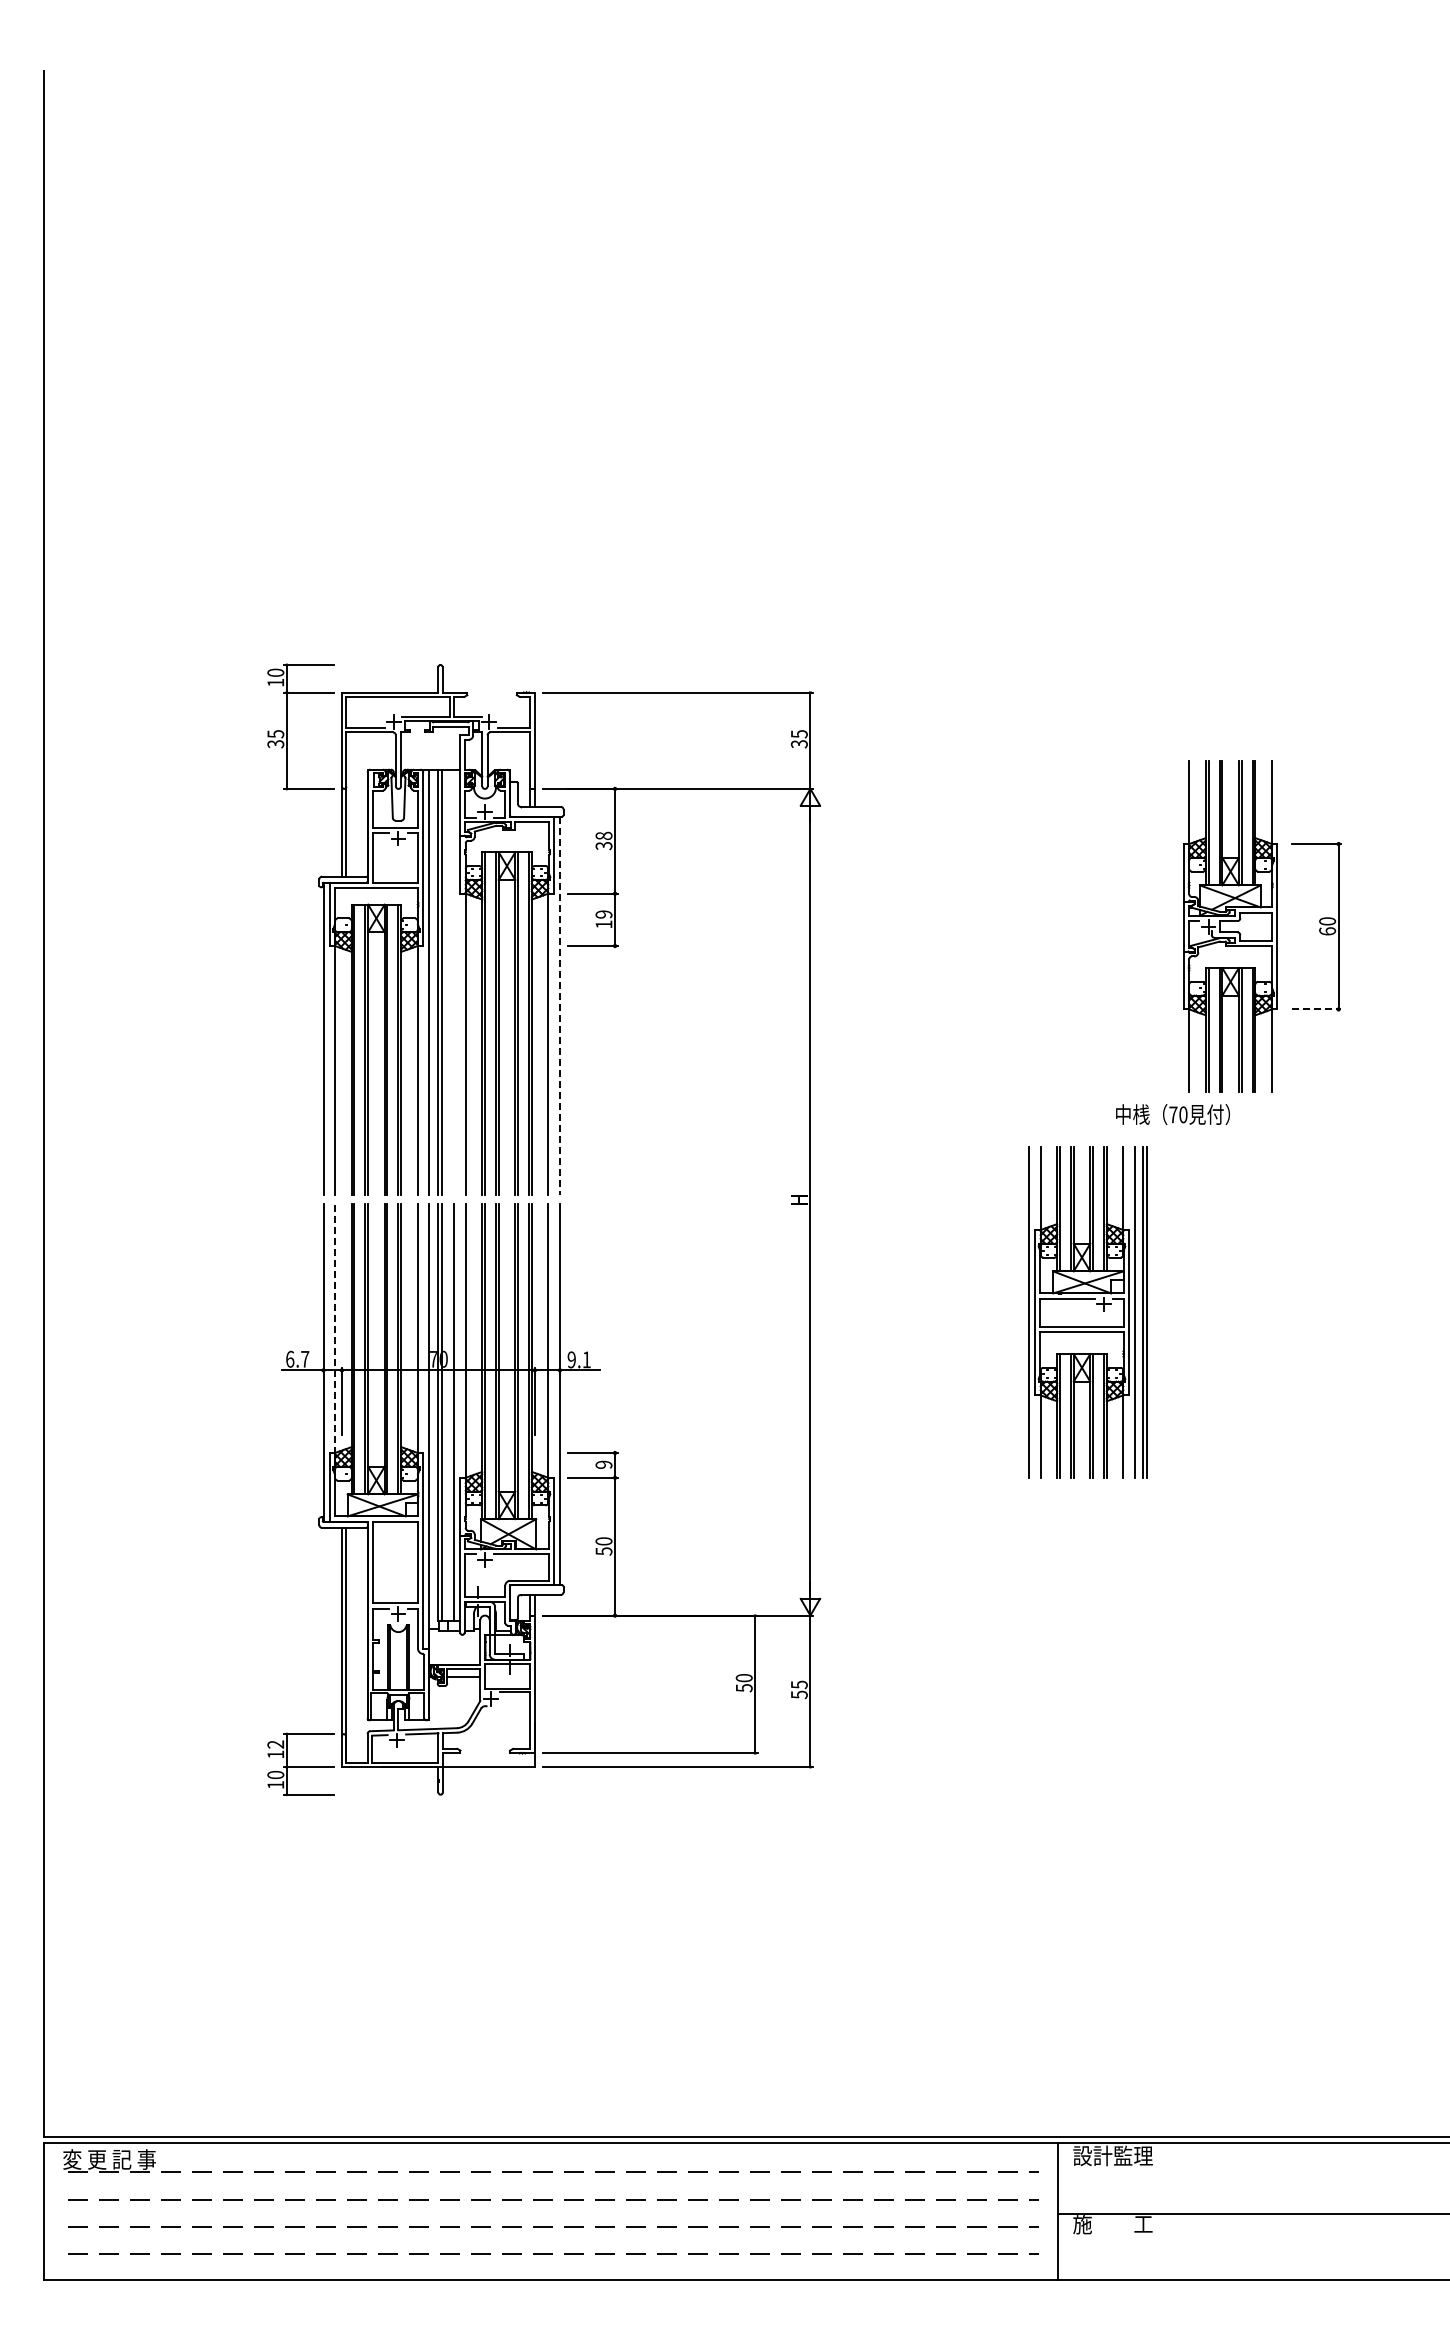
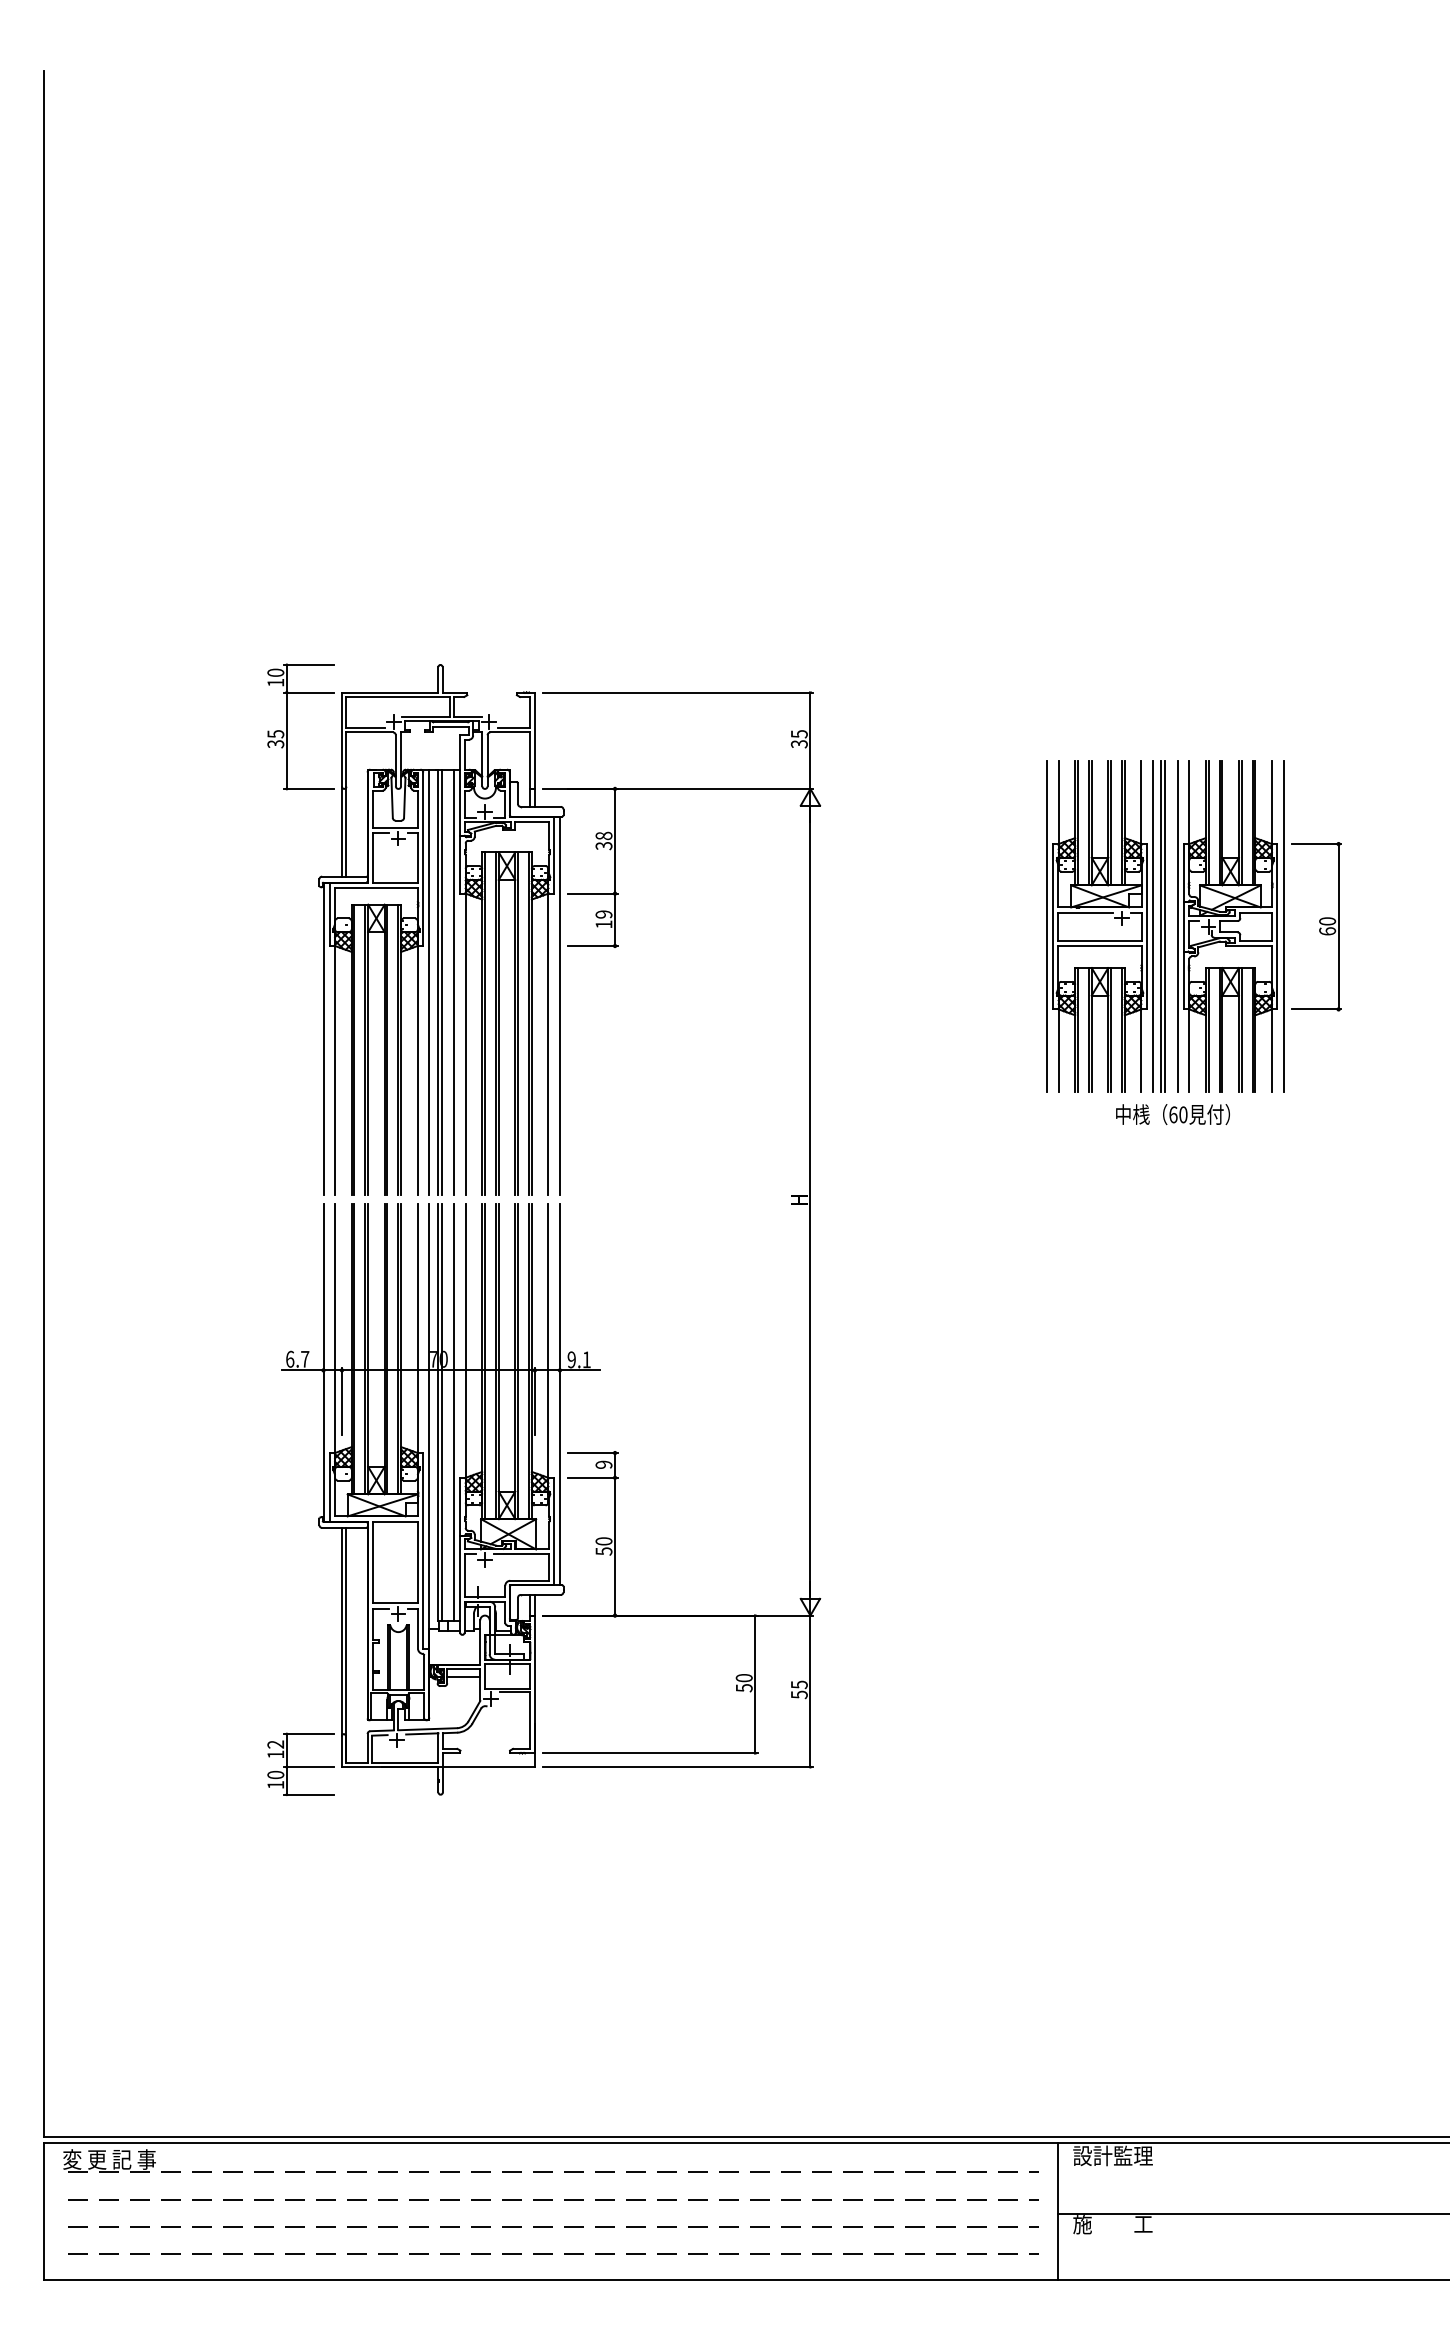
line at (1177, 926): none -> present
line at (1283, 926): none -> present
line at (454, 982): none -> present
line at (559, 1006): dashed -> solid
line at (1316, 1009): dashed -> solid
text at (1173, 1114): 70 -> 60
part at (1087, 1312) position: (1087, 1312) -> (1105, 926)
line at (335, 1328): dashed -> solid
